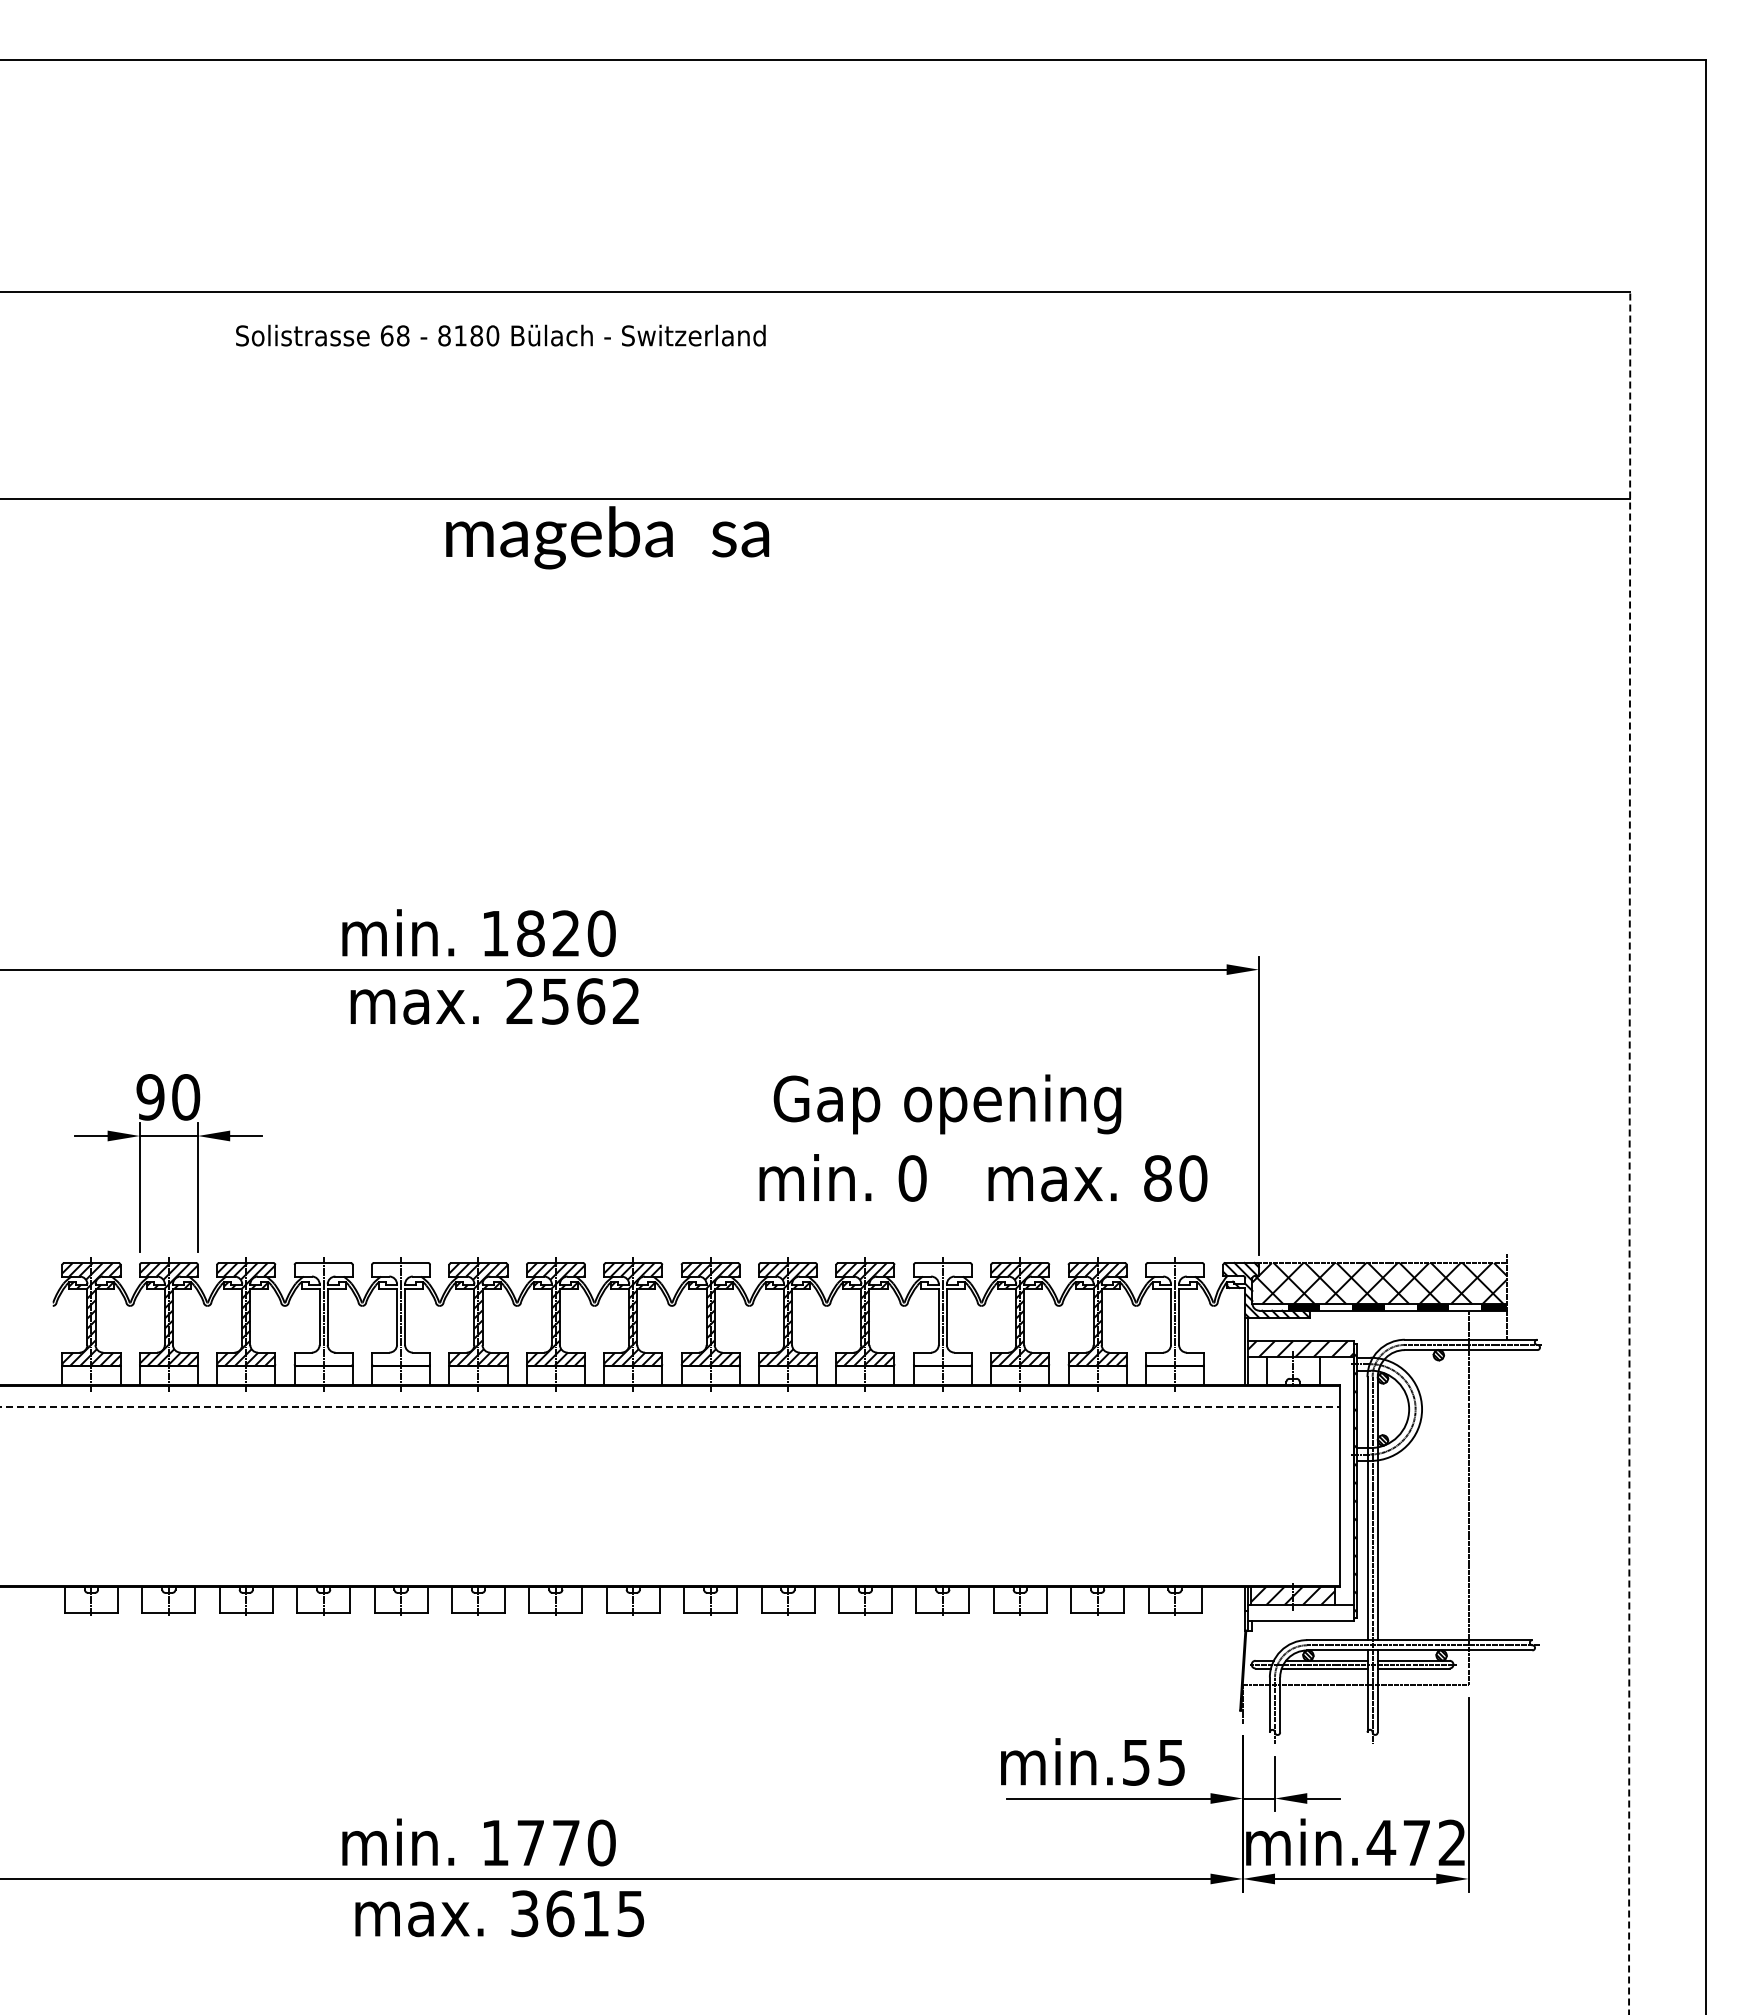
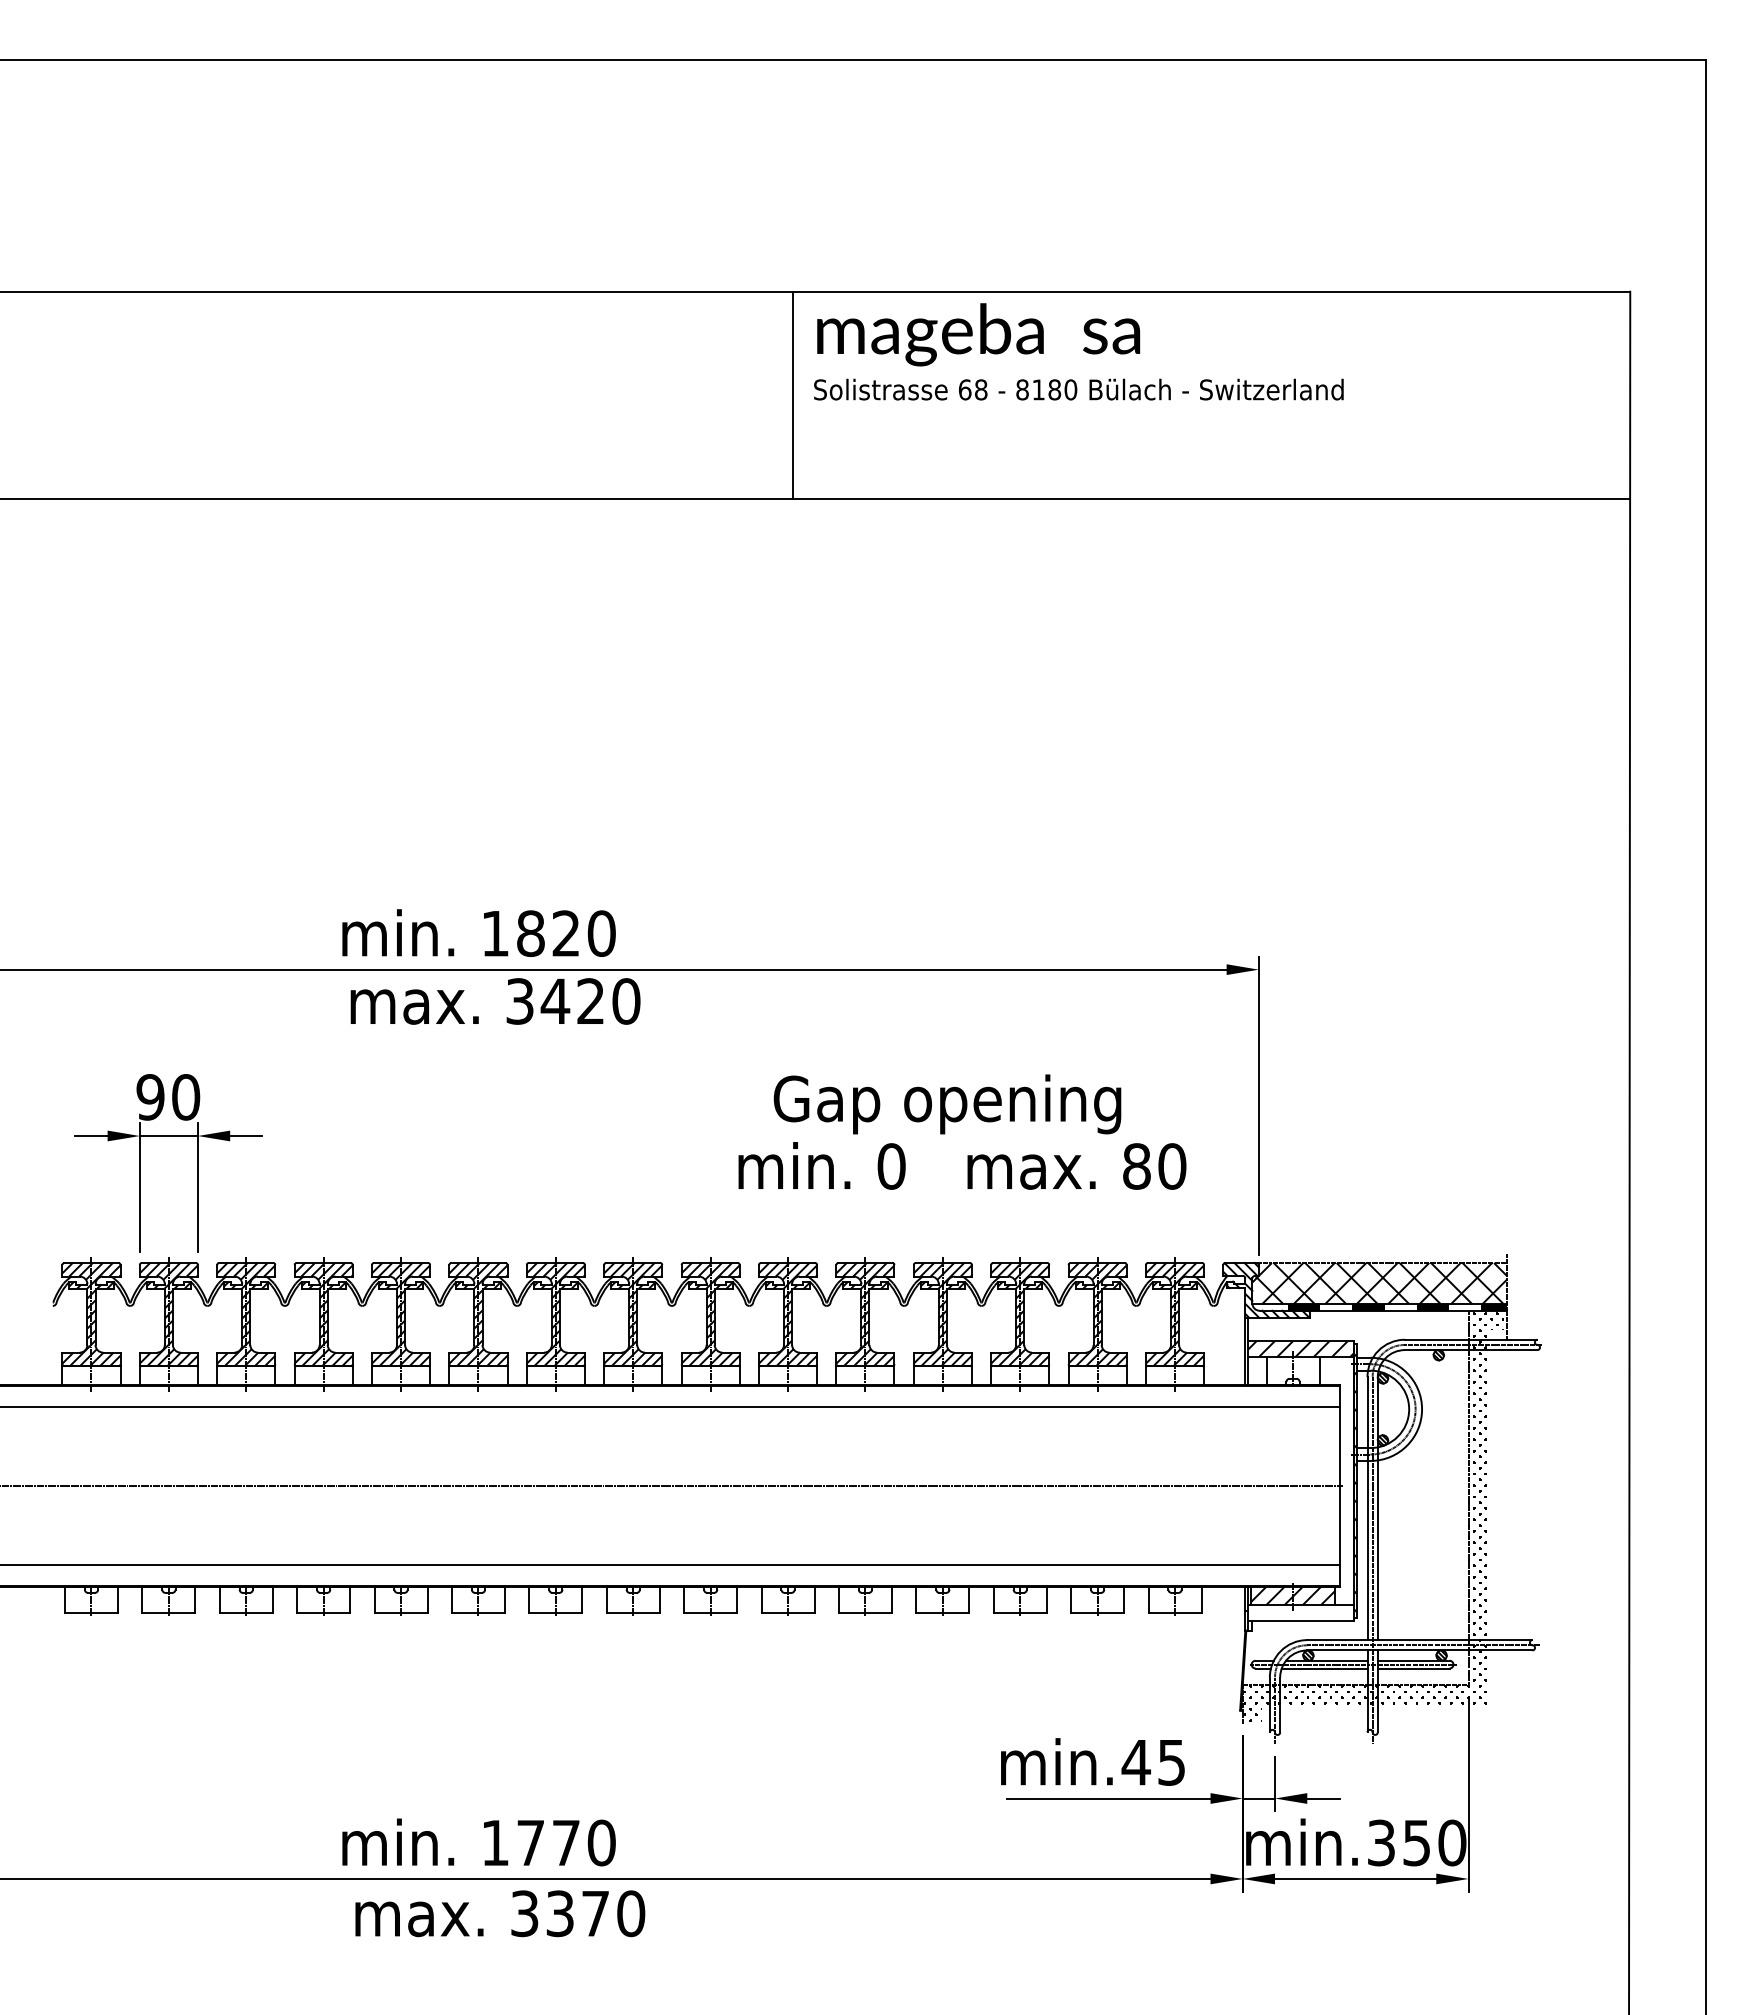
text at (500, 335) position: (500, 335) -> (1078, 389)
line at (792, 394): none -> present
text at (607, 537) position: (607, 537) -> (978, 334)
text at (573, 1001): 2562 -> 3420
line at (1629, 1152): dashed -> solid
text at (983, 1177) position: (983, 1177) -> (962, 1165)
hatch at (323, 1314): none -> present
hatch at (401, 1314): none -> present
hatch at (942, 1314): none -> present
hatch at (1175, 1314): none -> present
line at (669, 1406): dashed -> solid
line at (672, 1485): none -> present
hatch at (1373, 1517): none -> present
line at (670, 1564): none -> present
text at (1136, 1762): min.55 -> min.45
text at (1416, 1842): min.472 -> min.350
text at (595, 1913): 3615 -> 3370
